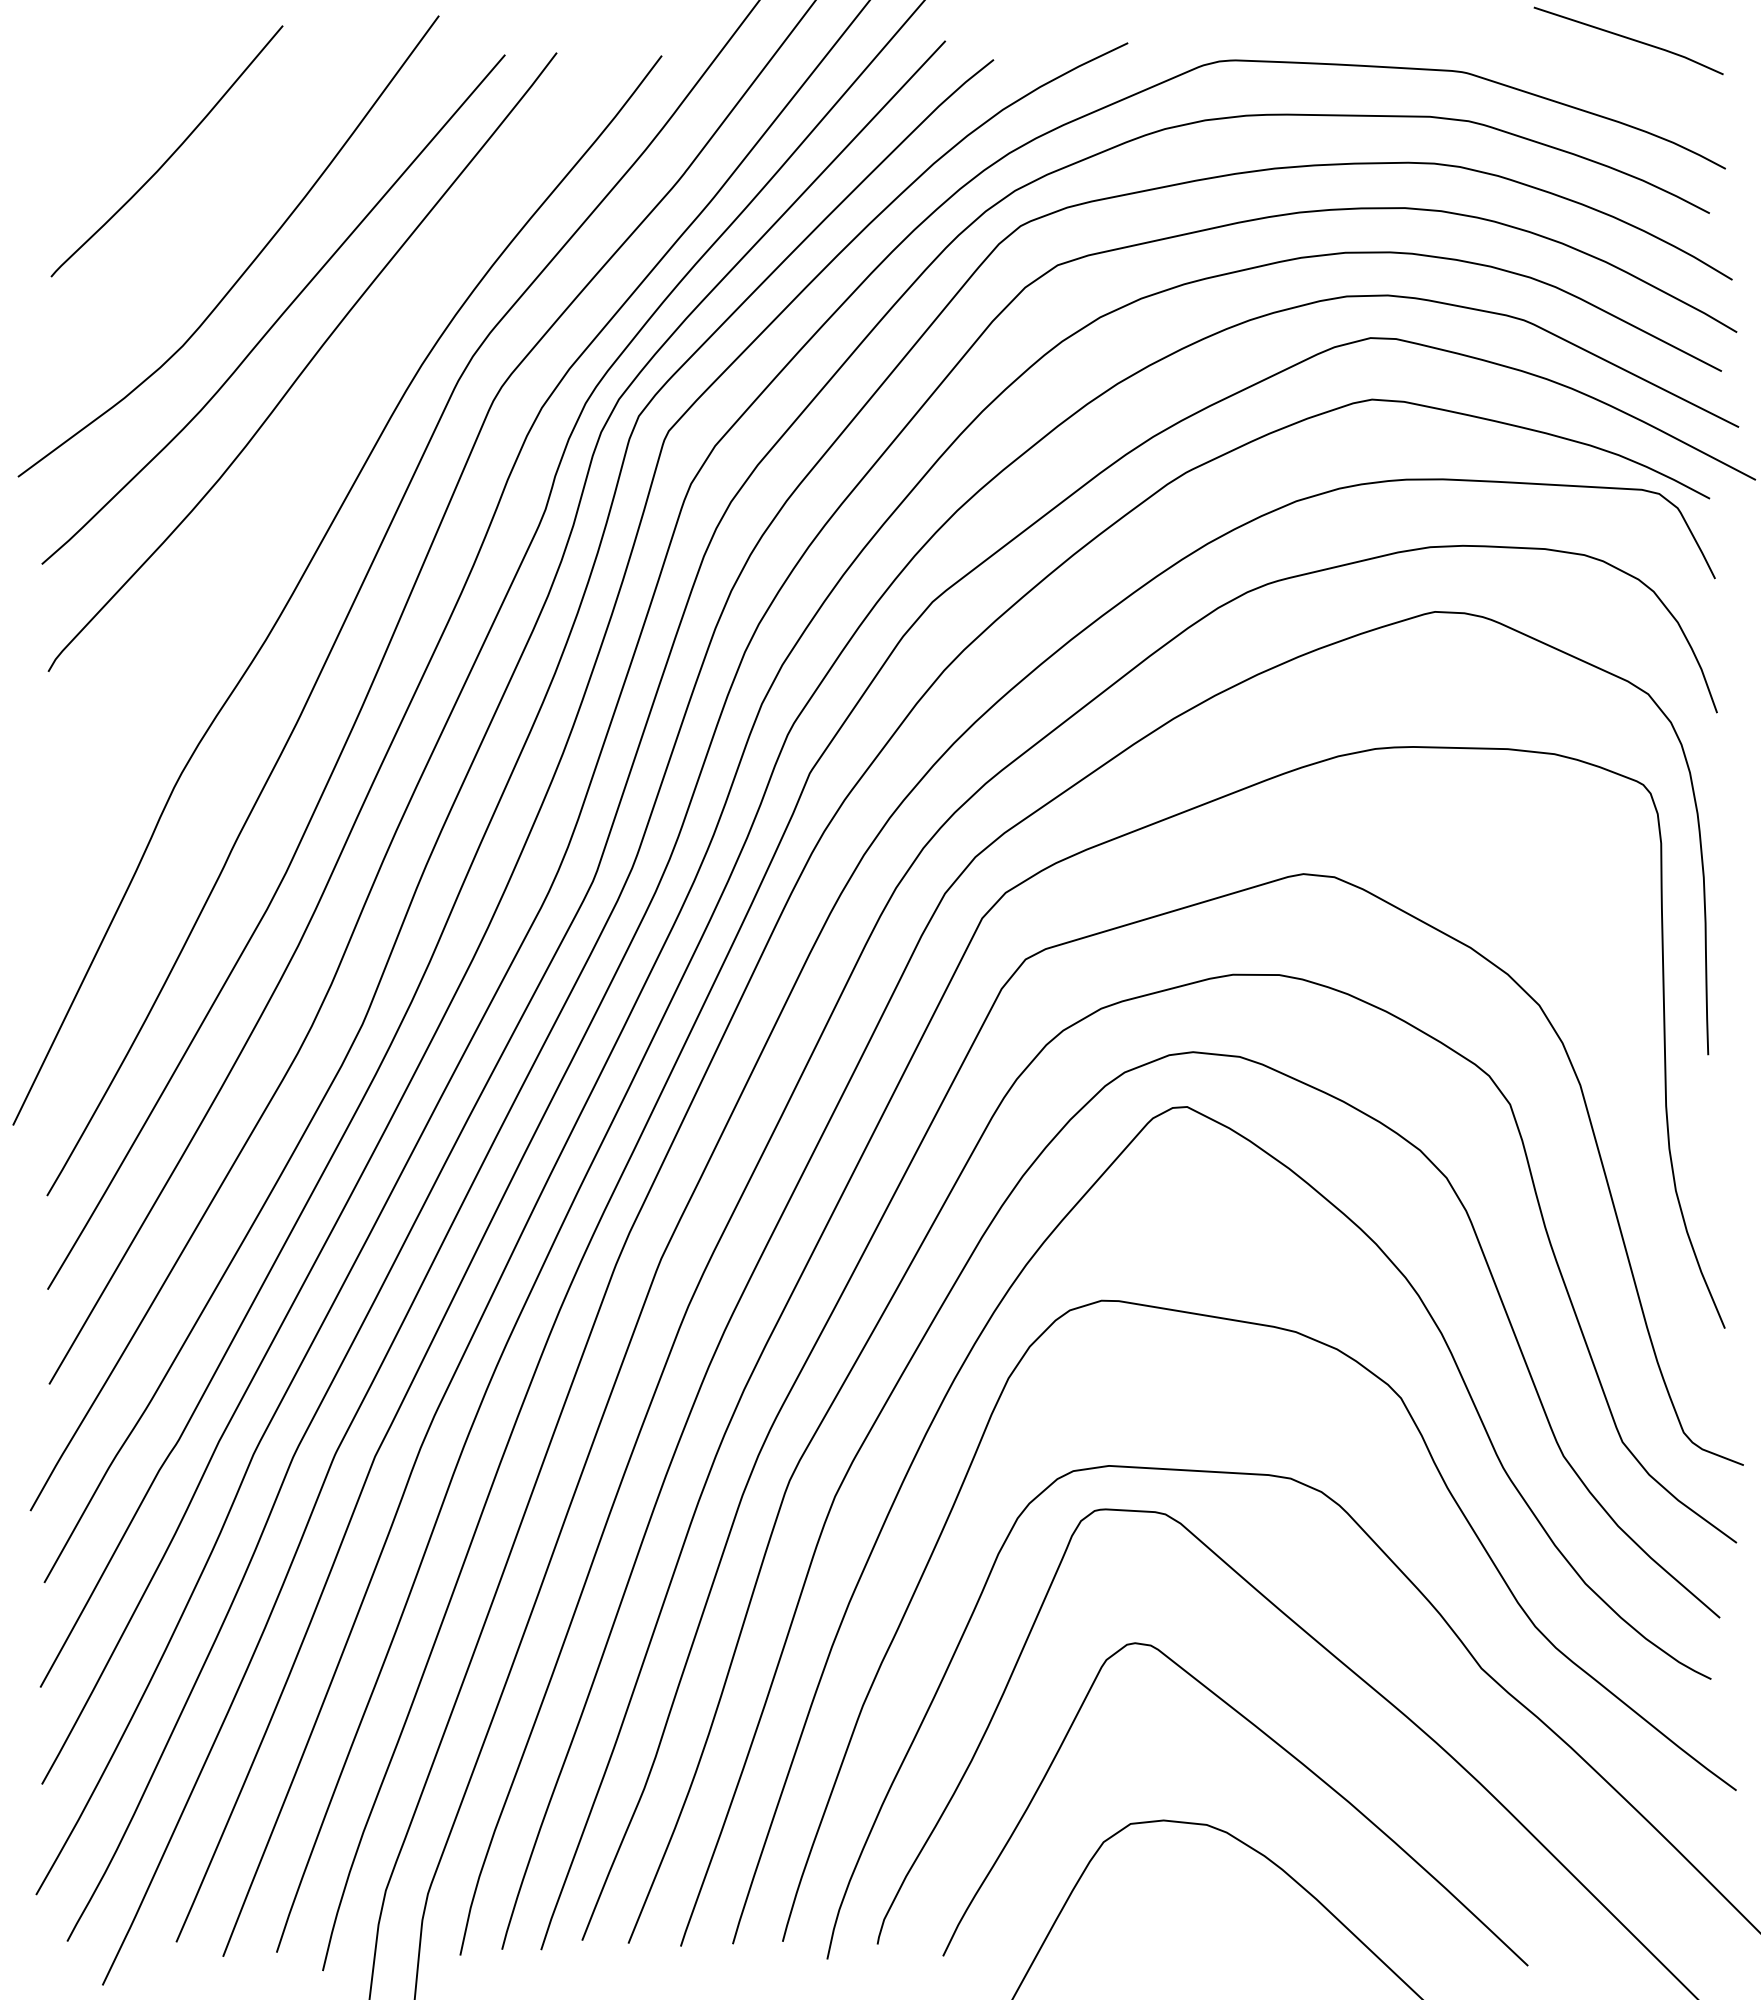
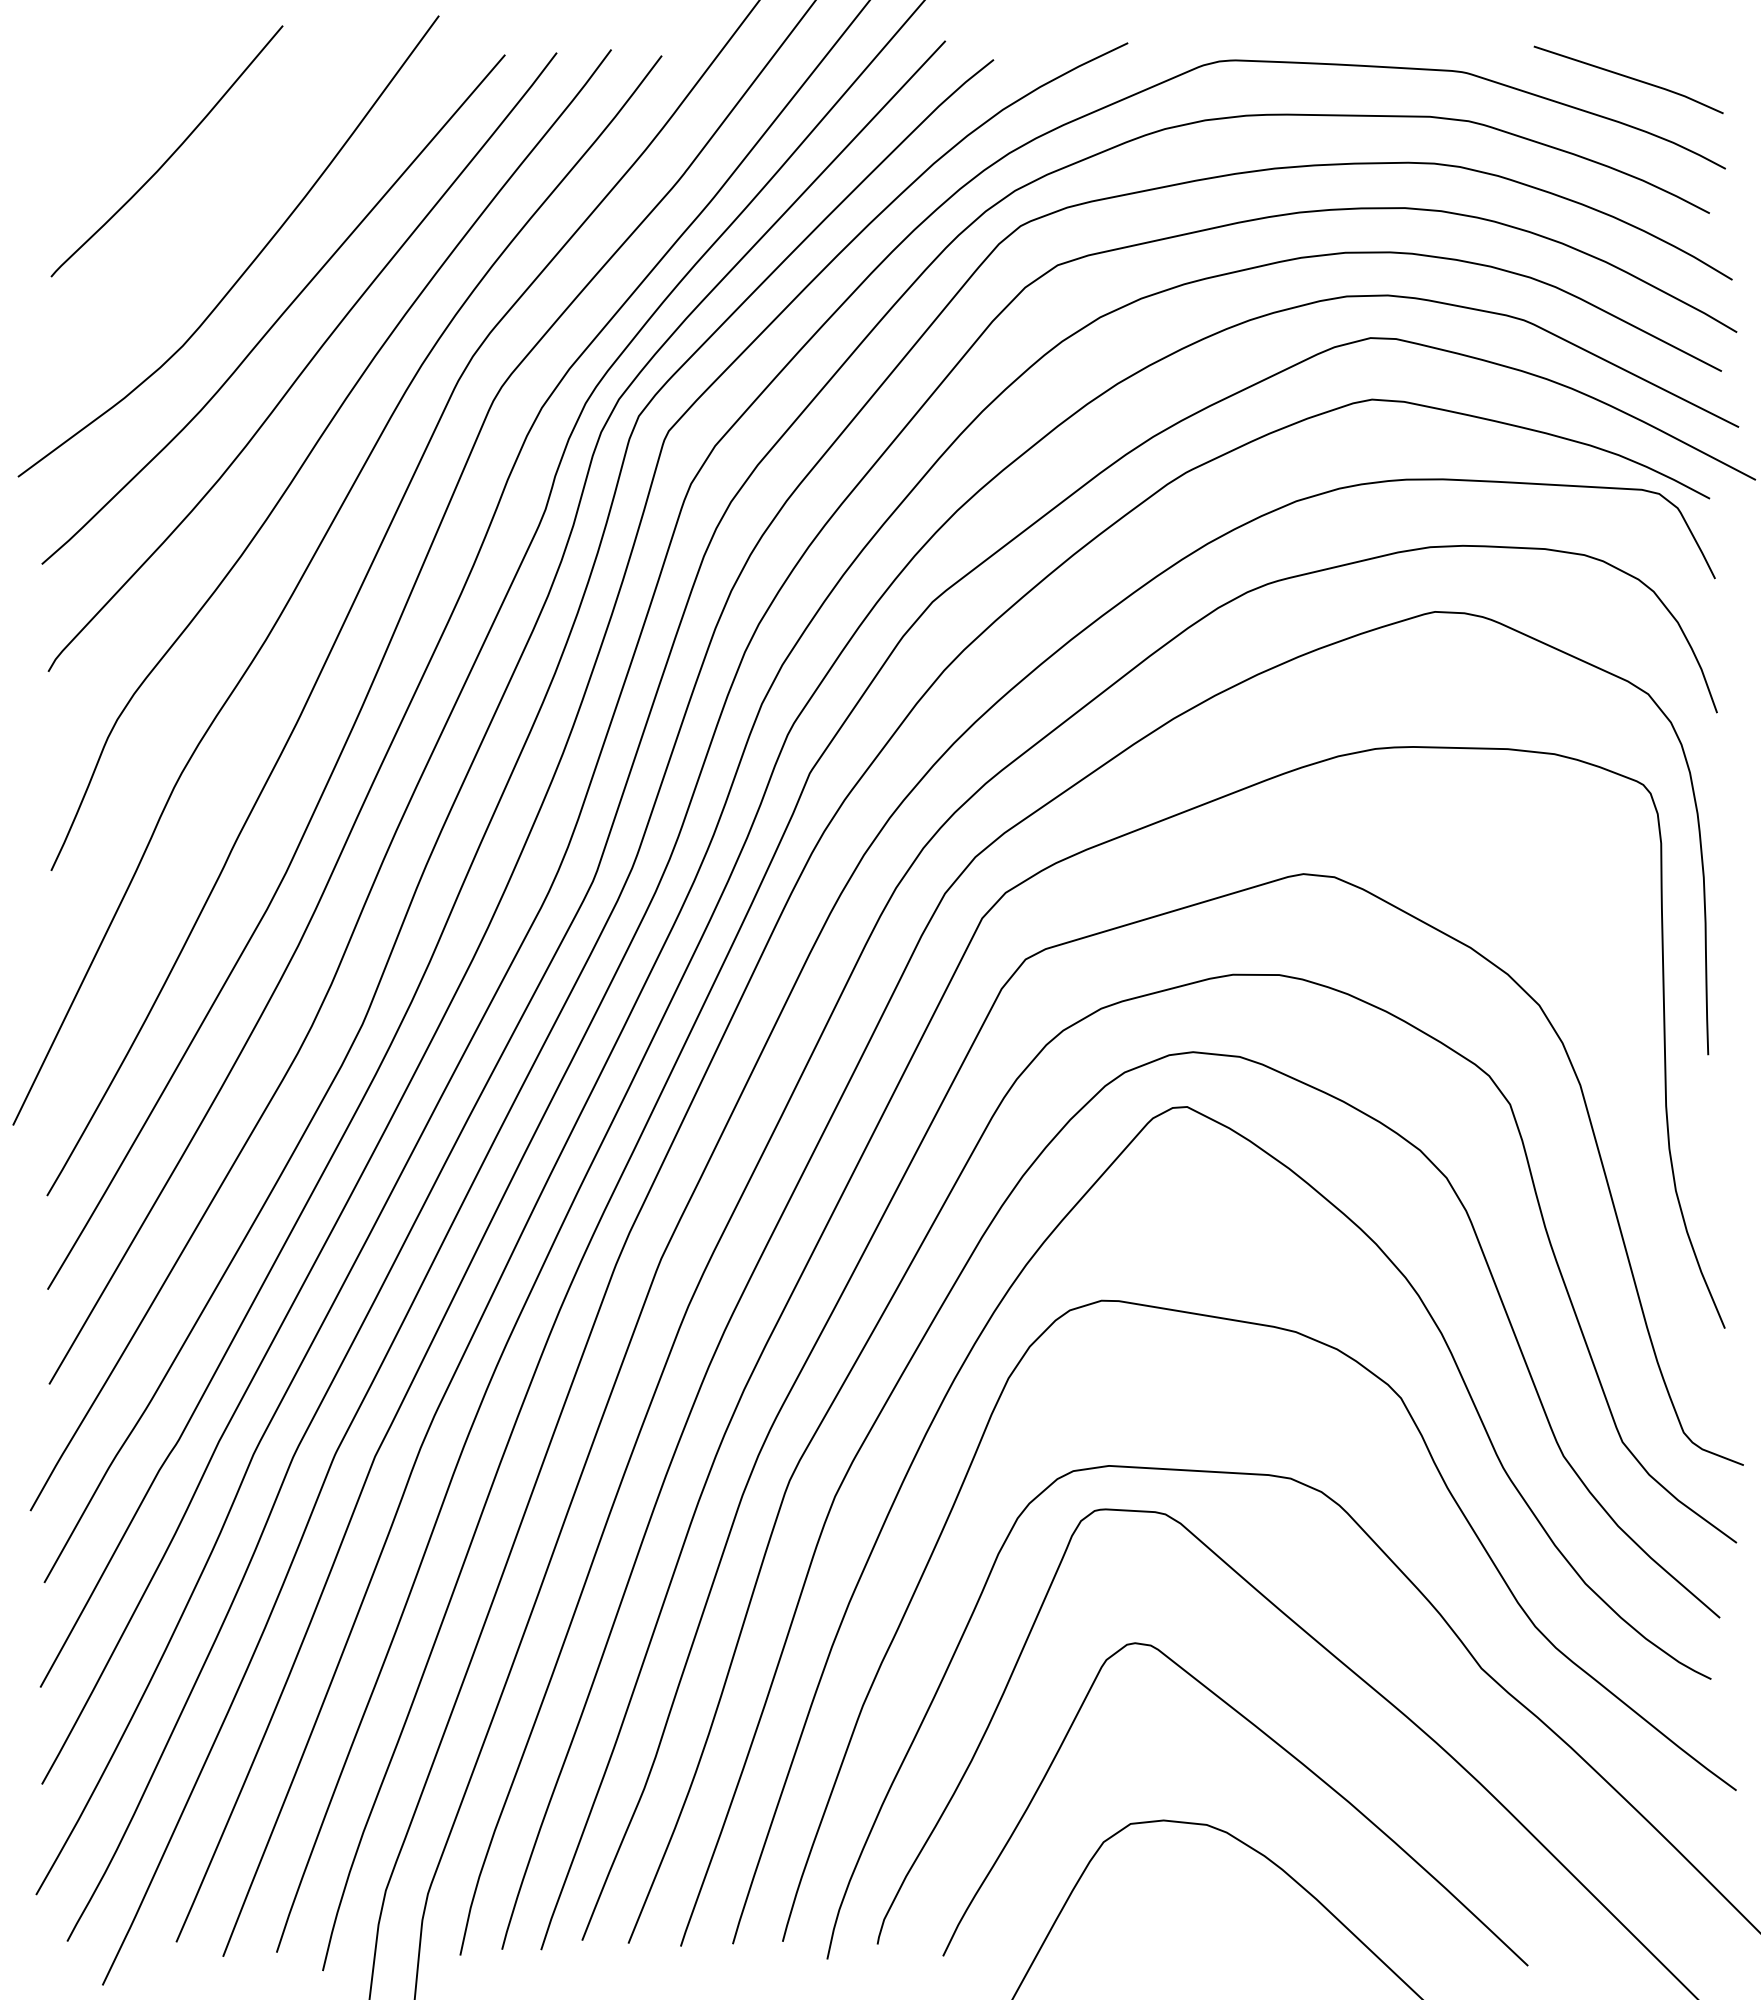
line at (1628, 39) position: (1628, 39) -> (1628, 78)
curve at (313, 450): none -> present
